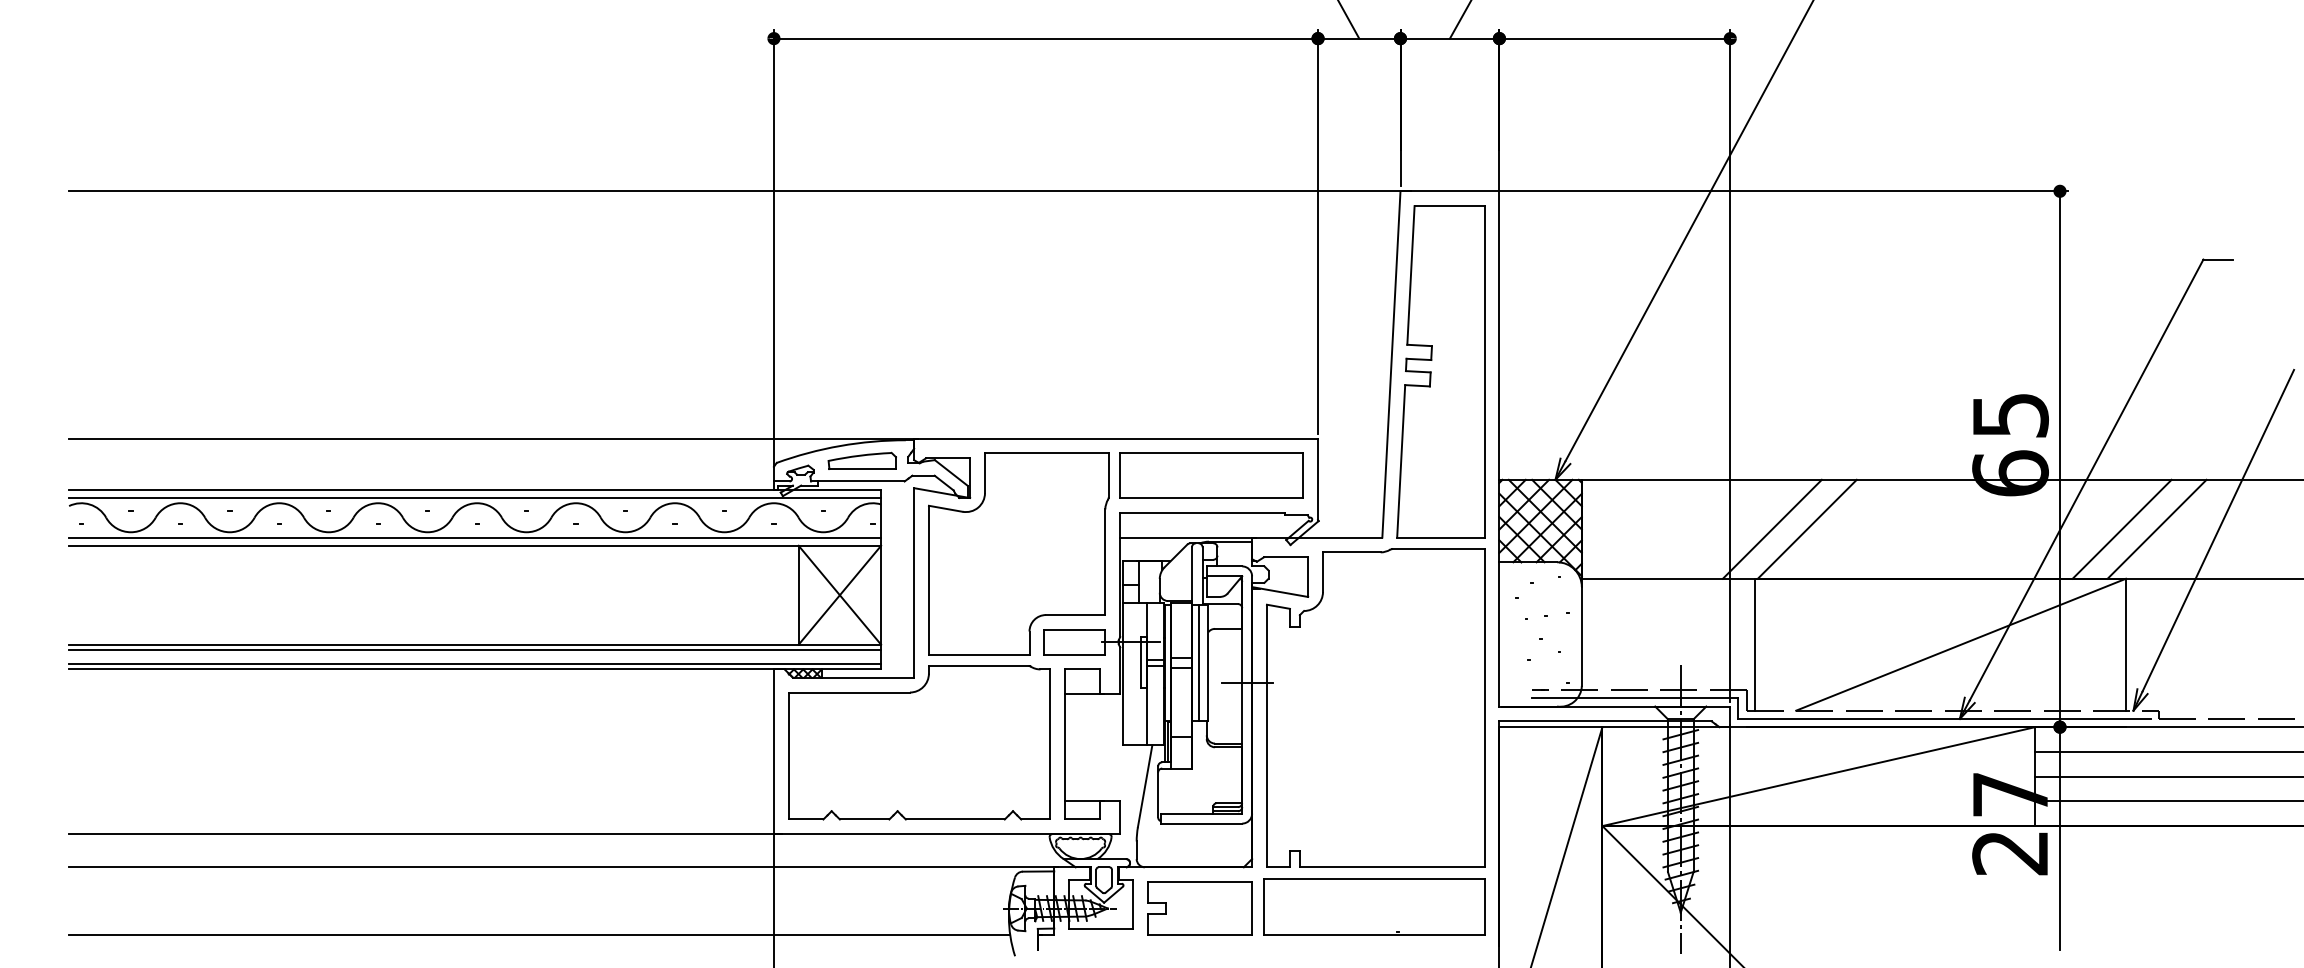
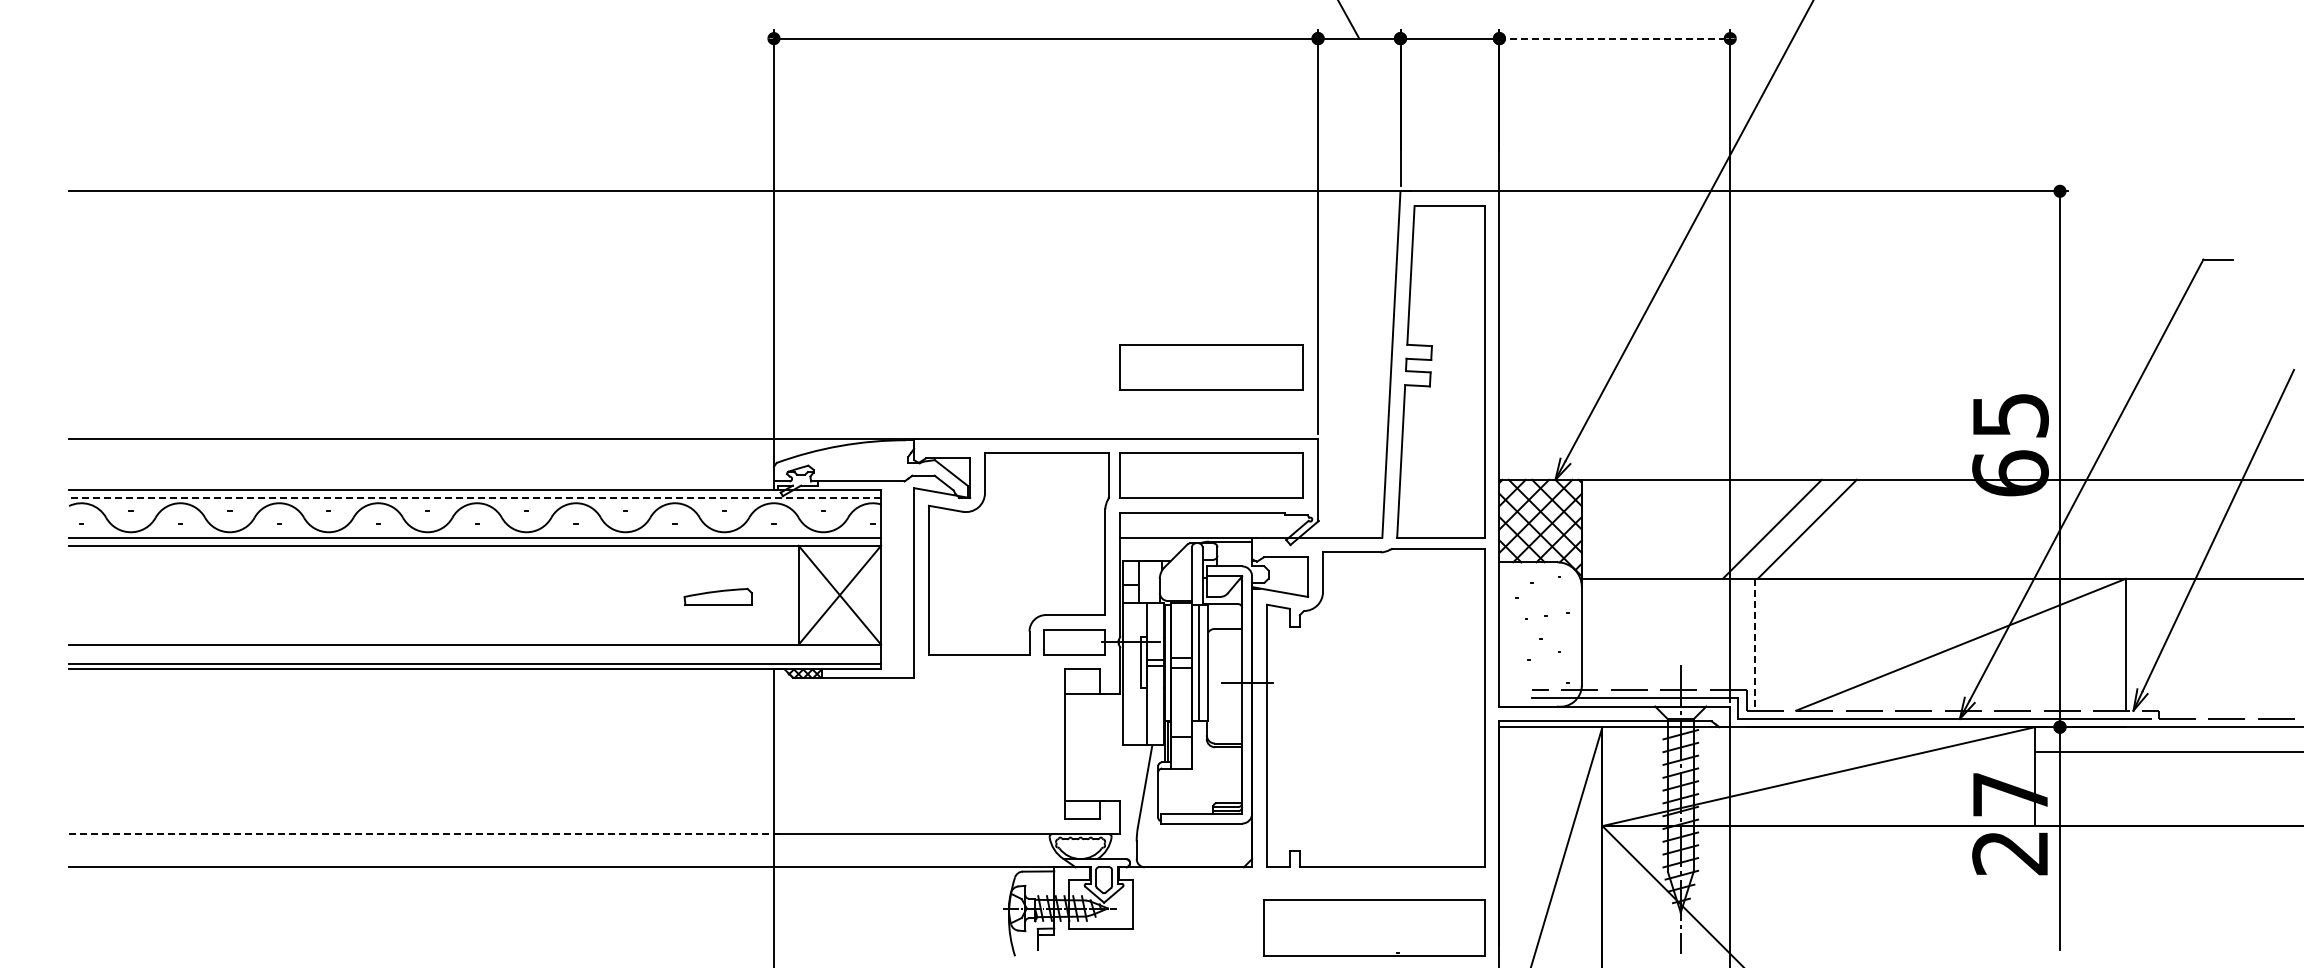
line at (1459, 20): present -> none
line at (1615, 38): solid -> dashed
part at (1211, 367): none -> present
part at (861, 460) position: (861, 460) -> (717, 596)
line at (474, 497): solid -> dashed
line at (2121, 528): present -> none
line at (2156, 528): present -> none
line at (1754, 644): solid -> dashed
line at (475, 650): present -> none
part at (919, 742): present -> none
line at (2167, 776): present -> none
line at (2167, 801): present -> none
line at (425, 834): solid -> dashed
part at (1374, 906) position: (1374, 906) -> (1374, 927)
part at (1199, 908): present -> none
line at (539, 934): present -> none
